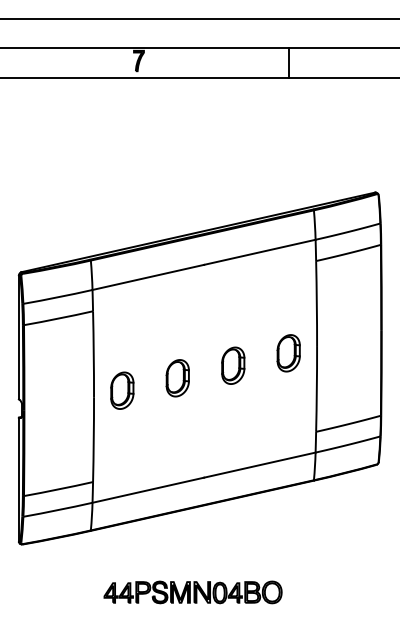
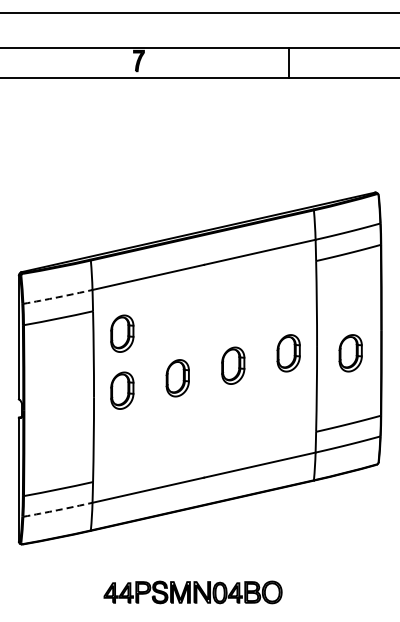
line at (199, 18) position: (199, 18) -> (199, 12)
arc at (58, 297): solid -> dashed
part at (122, 333): none -> present
part at (350, 353): none -> present
arc at (58, 510): solid -> dashed
